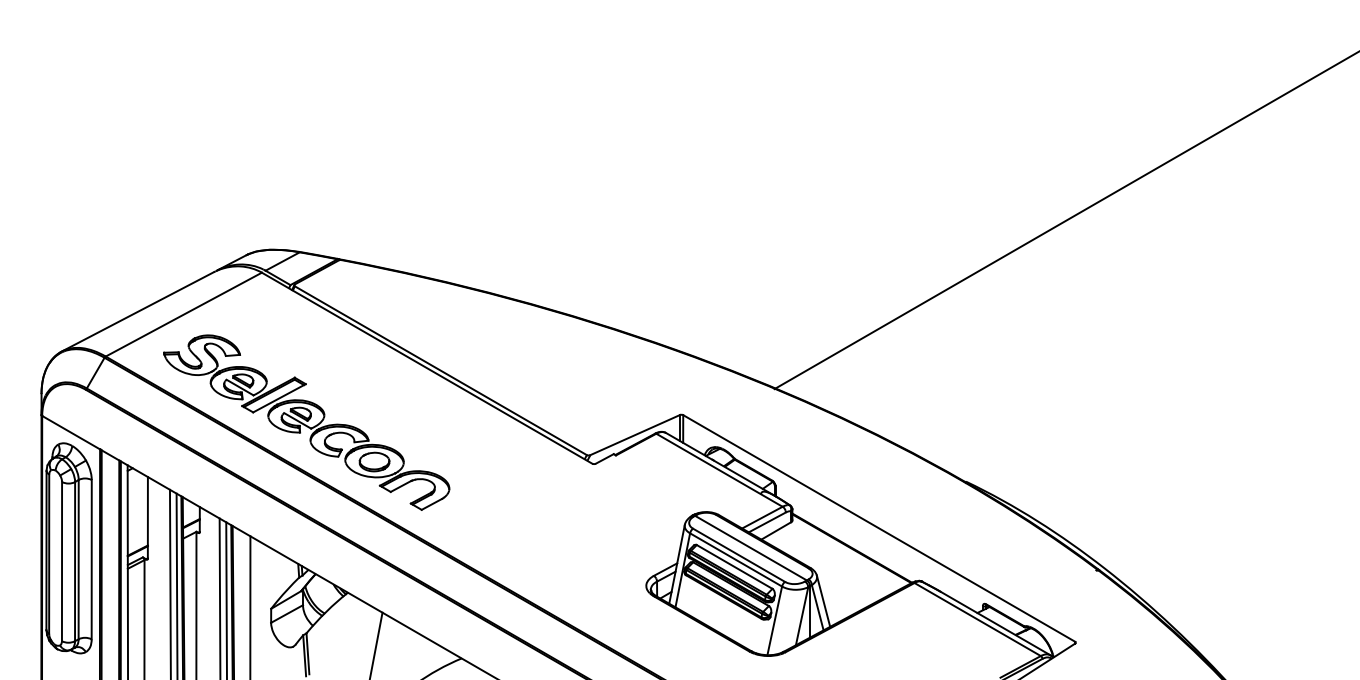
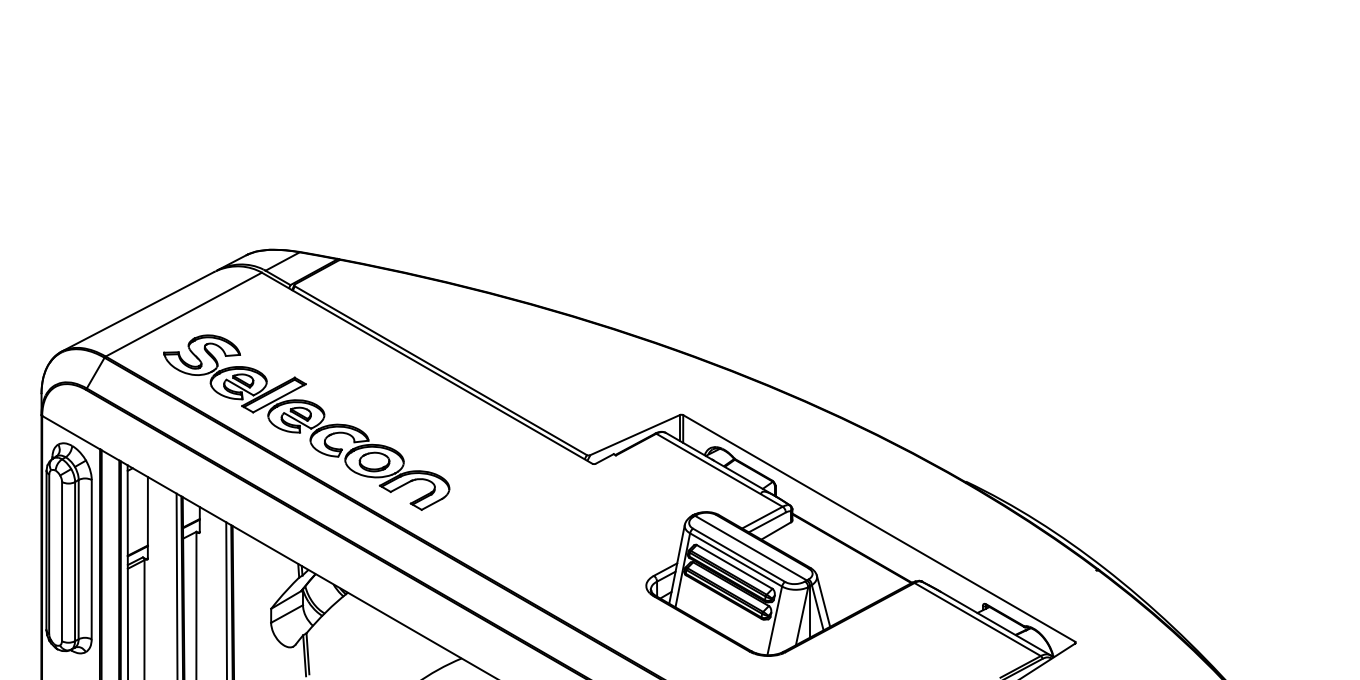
line at (1065, 221): present -> none
line at (169, 582): present -> none
line at (219, 597): present -> none
line at (250, 606): present -> none
line at (376, 644): present -> none
